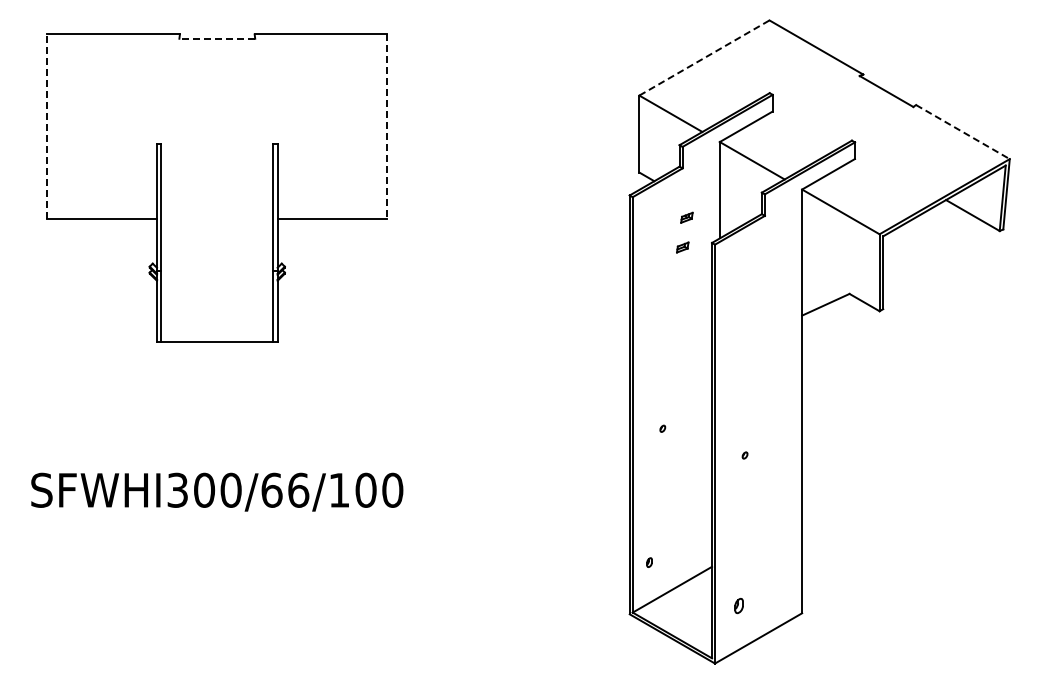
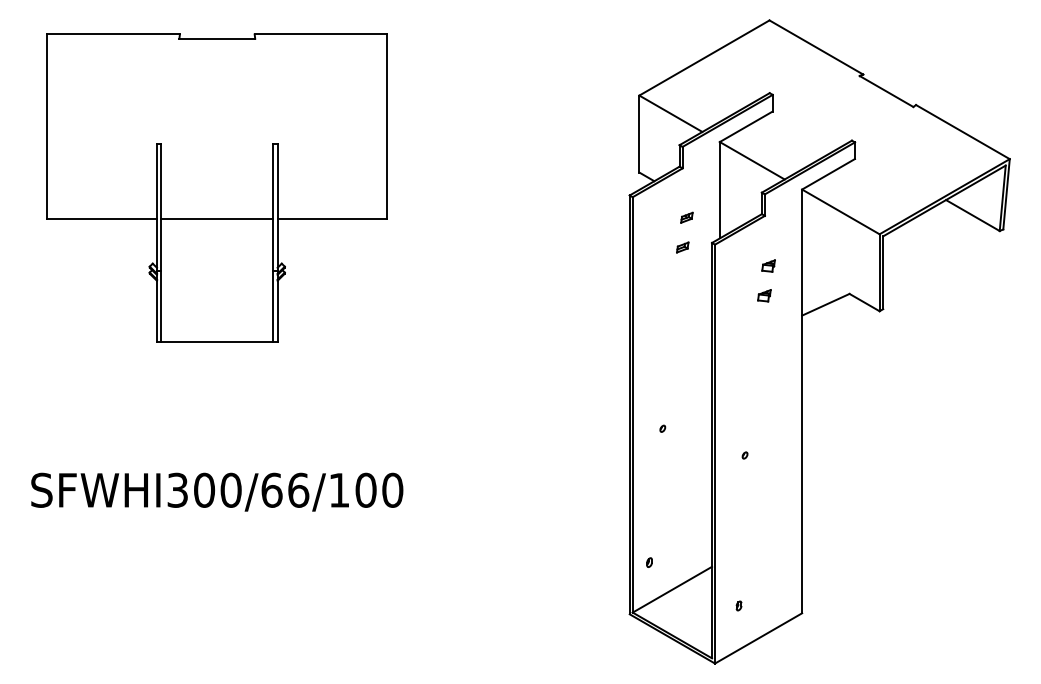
line at (217, 38): dashed -> solid
line at (704, 57): dashed -> solid
line at (47, 126): dashed -> solid
line at (387, 127): dashed -> solid
line at (963, 132): dashed -> solid
line at (217, 218): none -> present
part at (768, 265): none -> present
part at (764, 295): none -> present
part at (738, 606) size: 10x17 px -> 8x12 px
